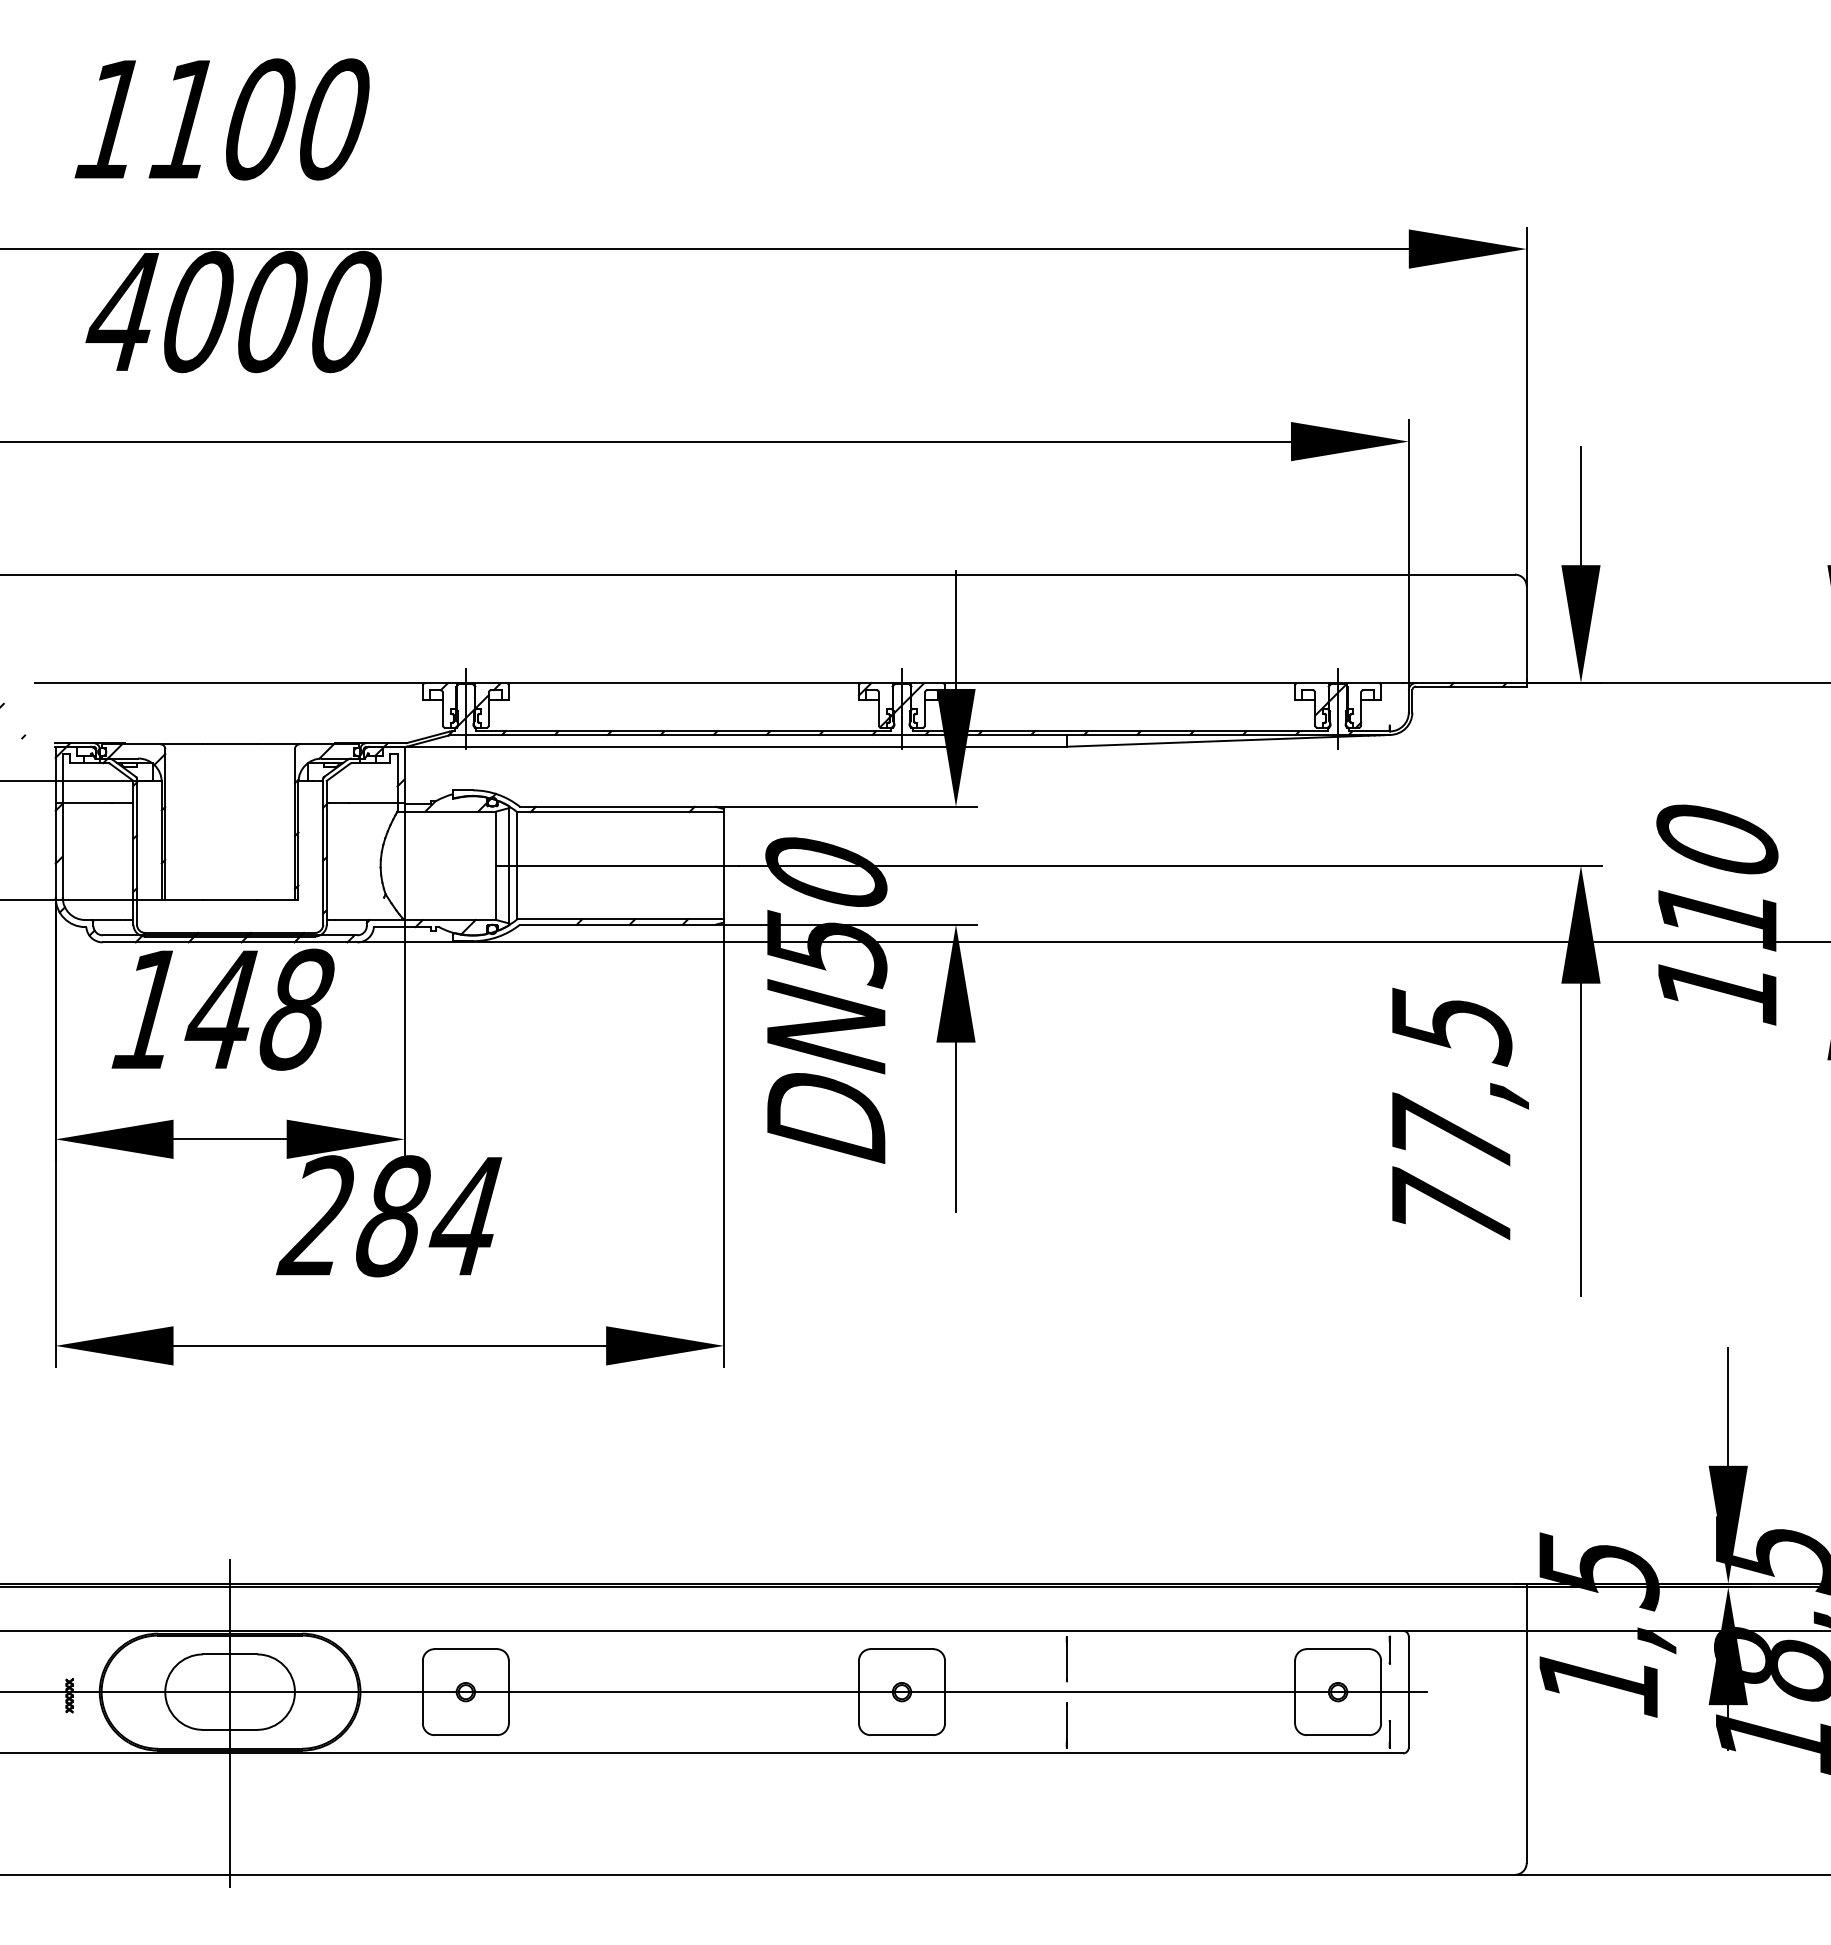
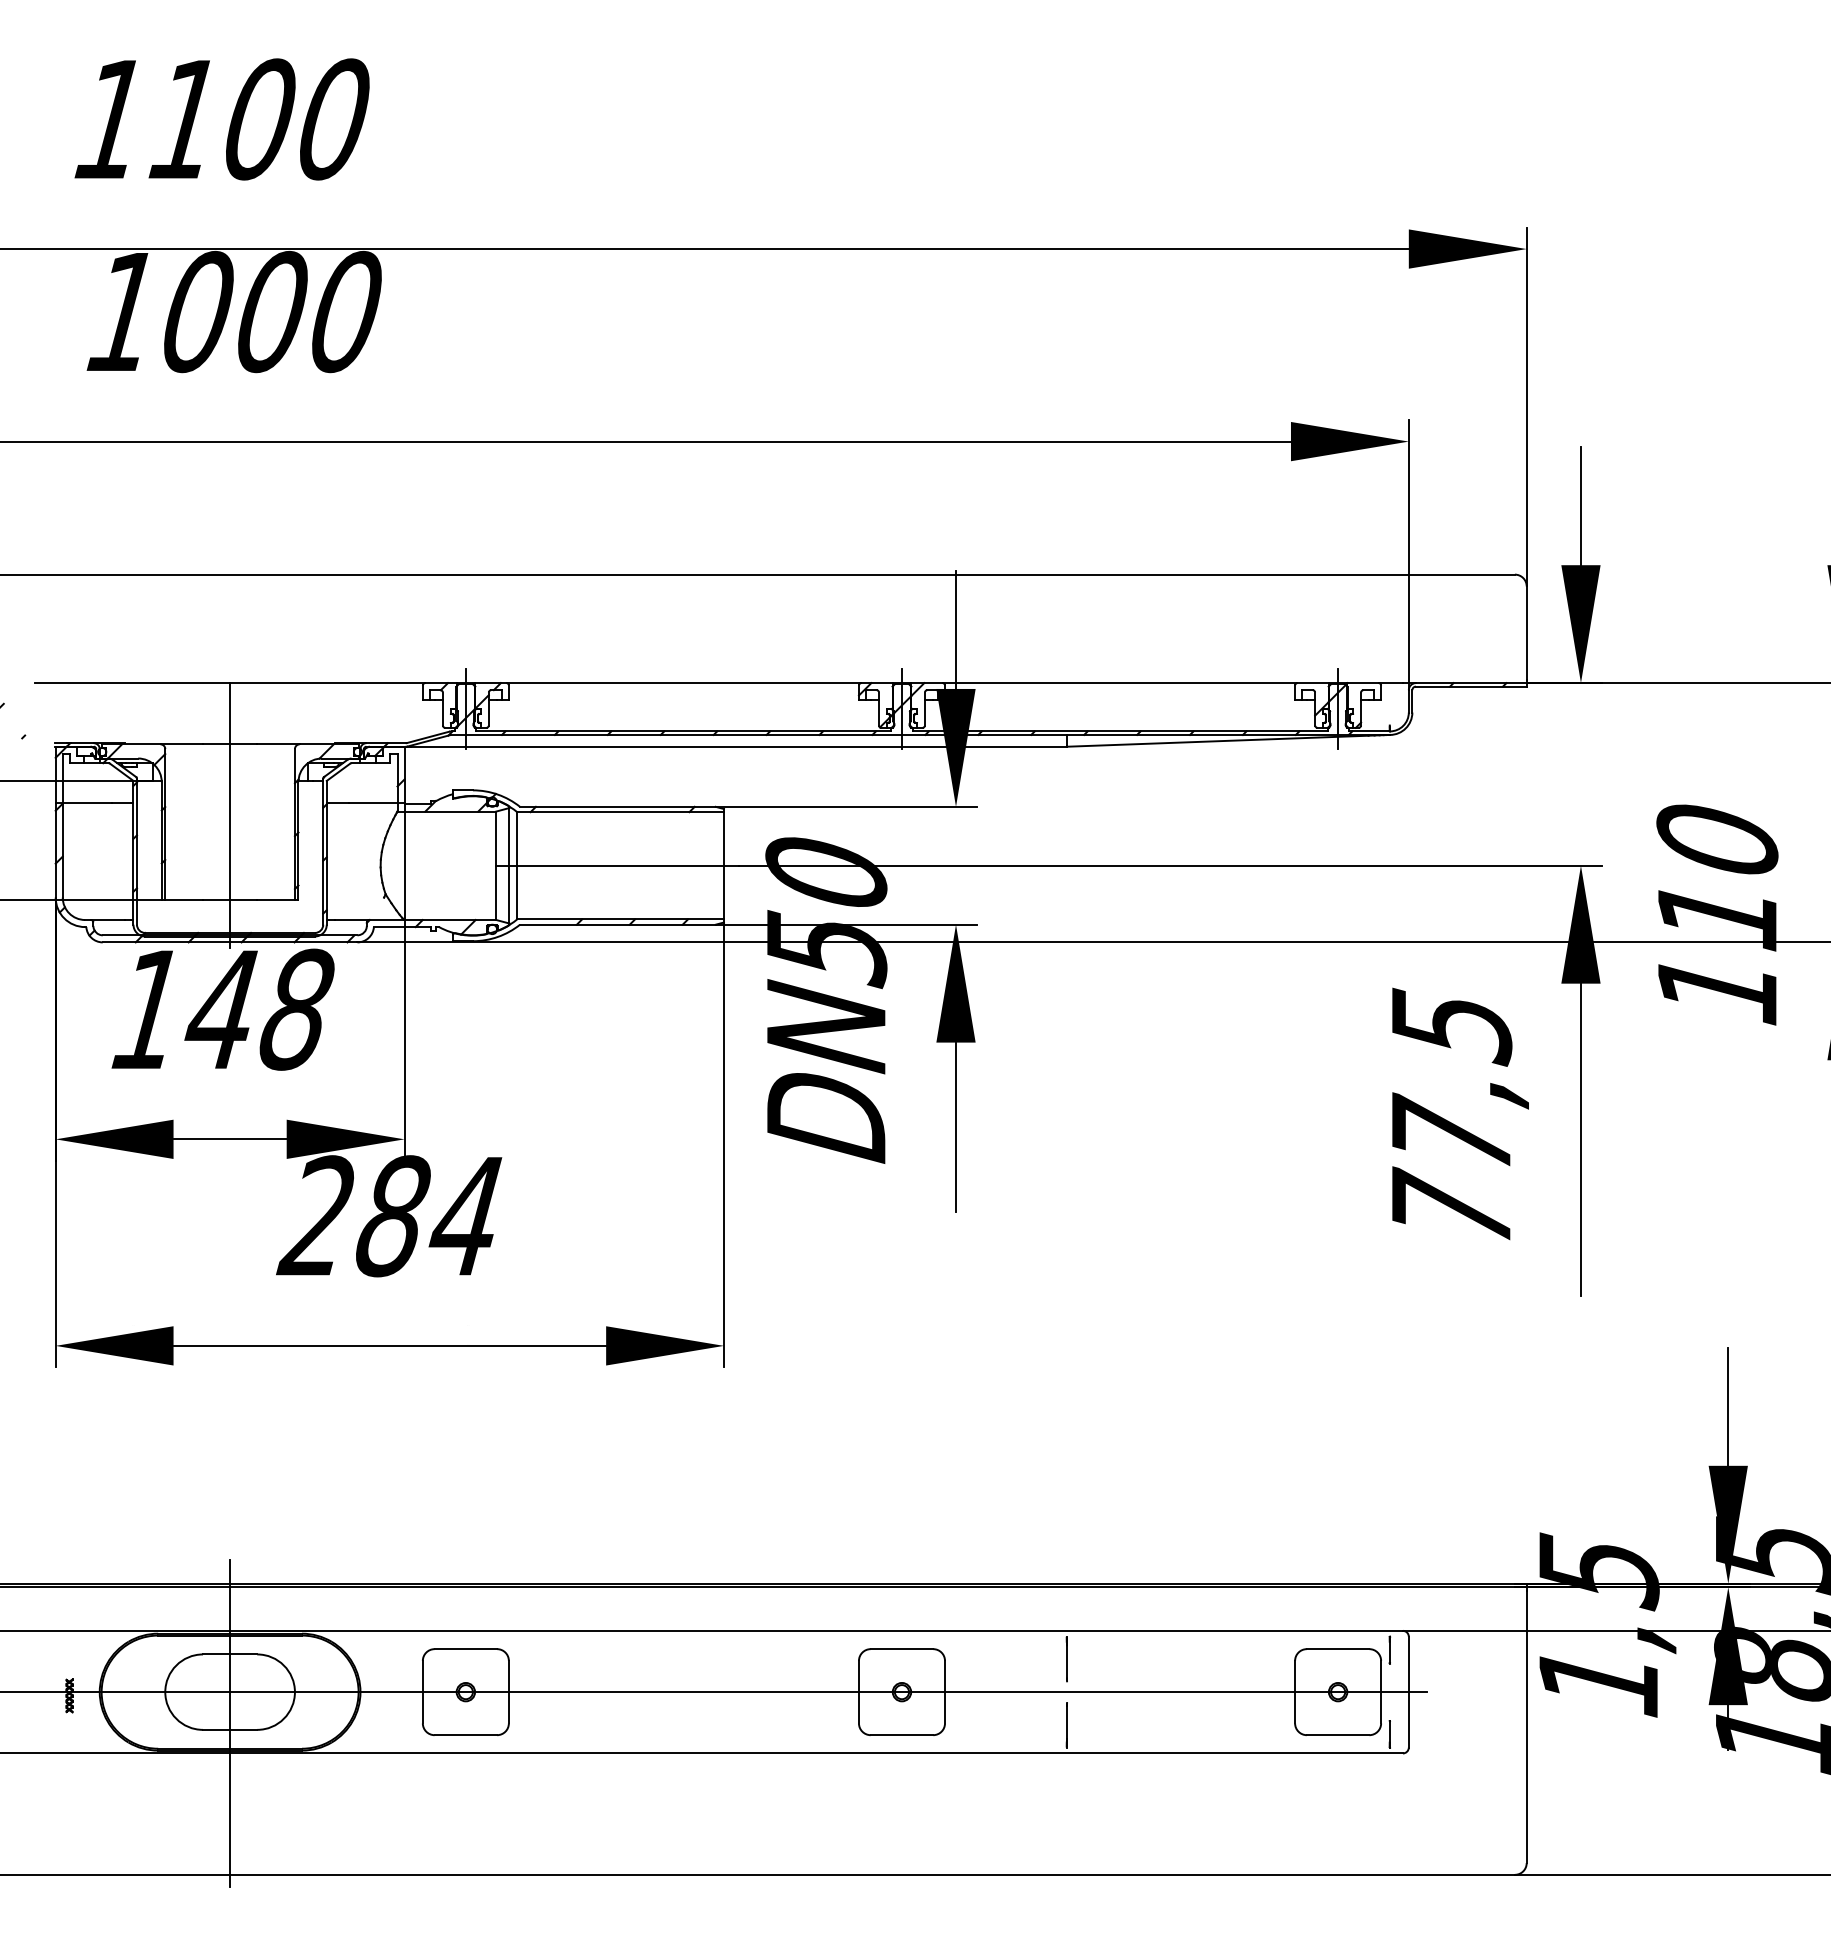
text at (121, 311): 4000 -> 1000
line at (230, 815): none -> present
